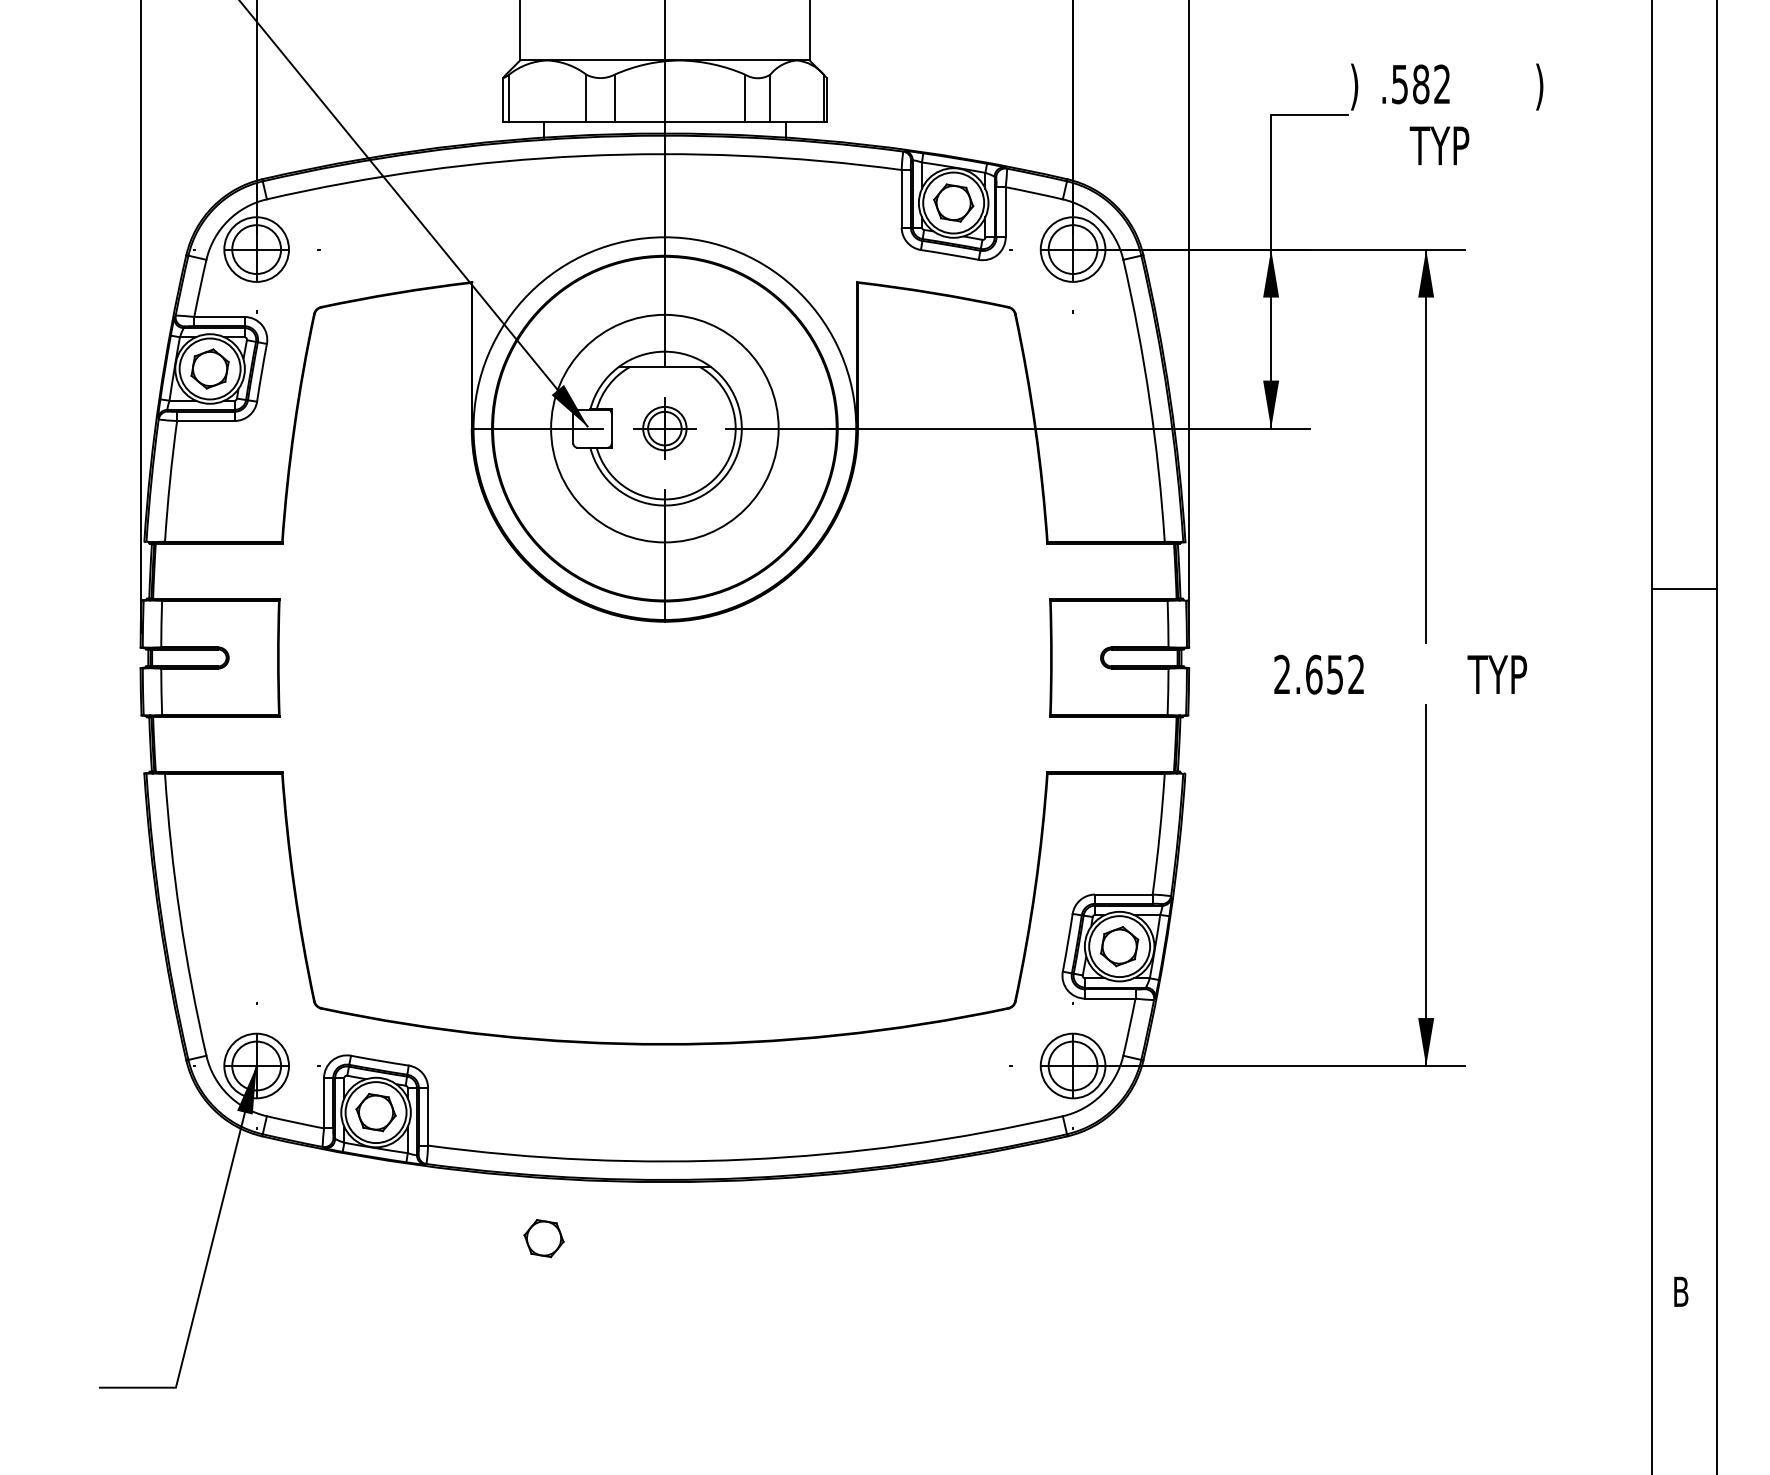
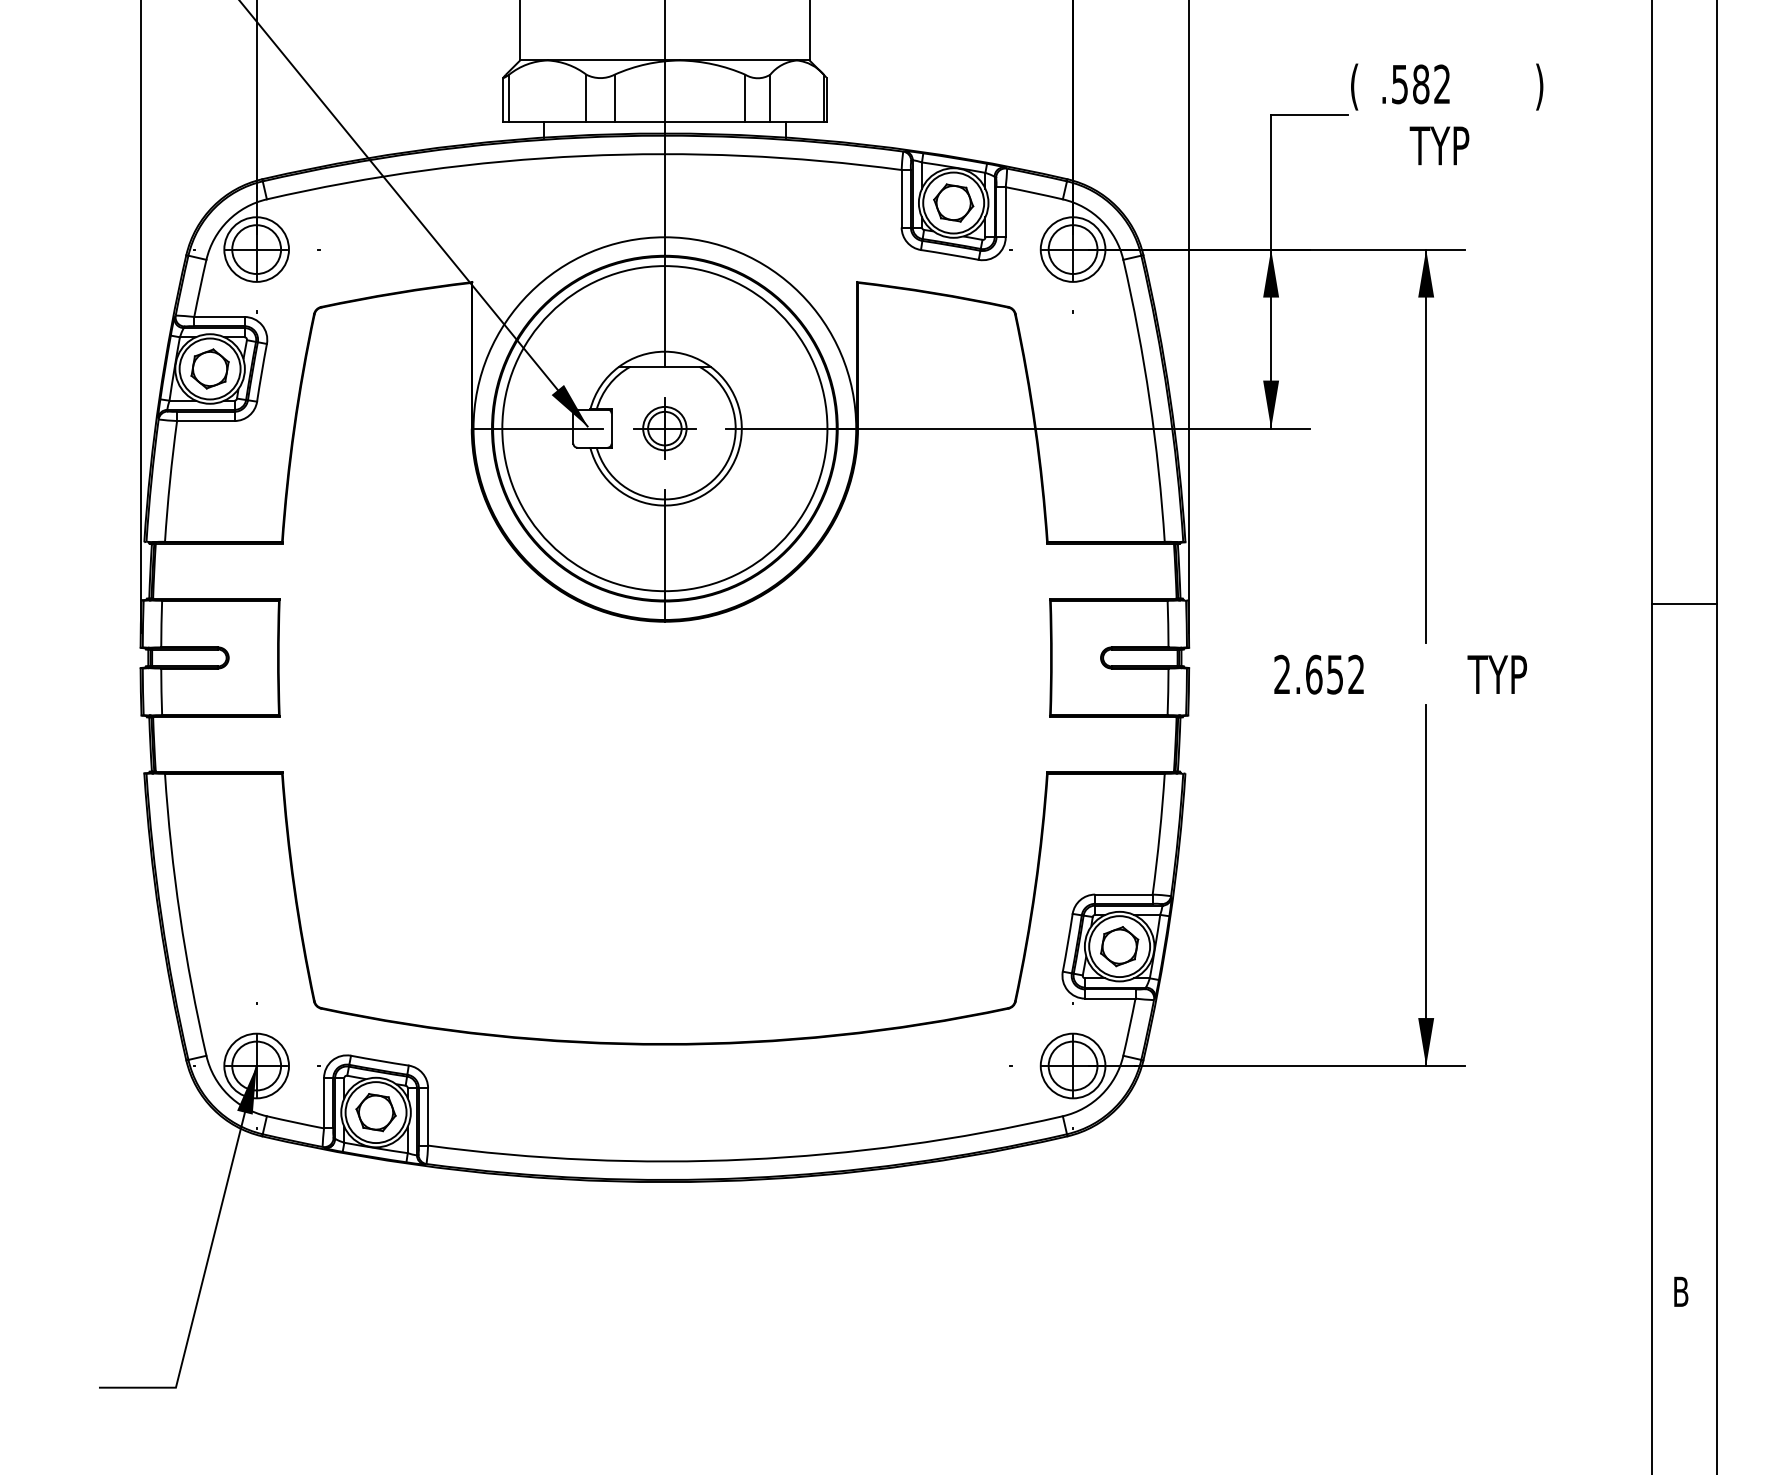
text at (1354, 86): ) -> (
circle at (664, 428) diameter: 228 px -> 325 px
line at (1684, 588) position: (1684, 588) -> (1684, 603)
part at (543, 1238): present -> none
